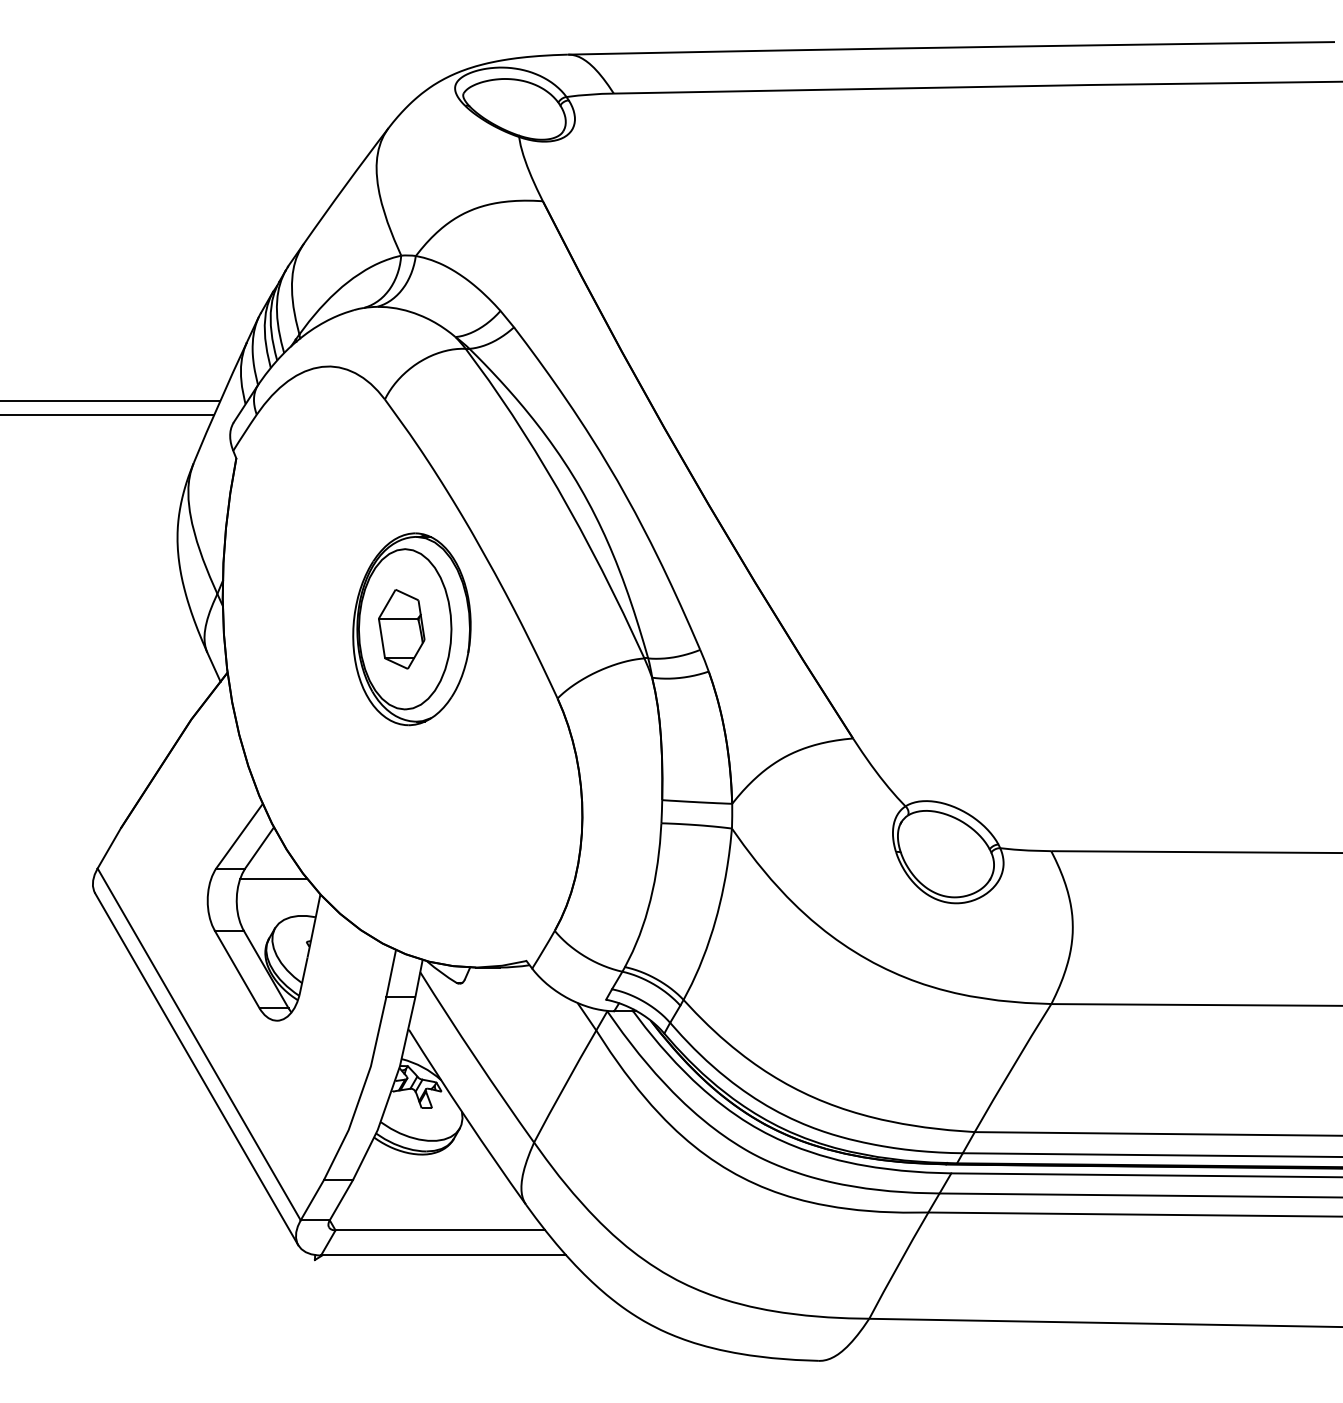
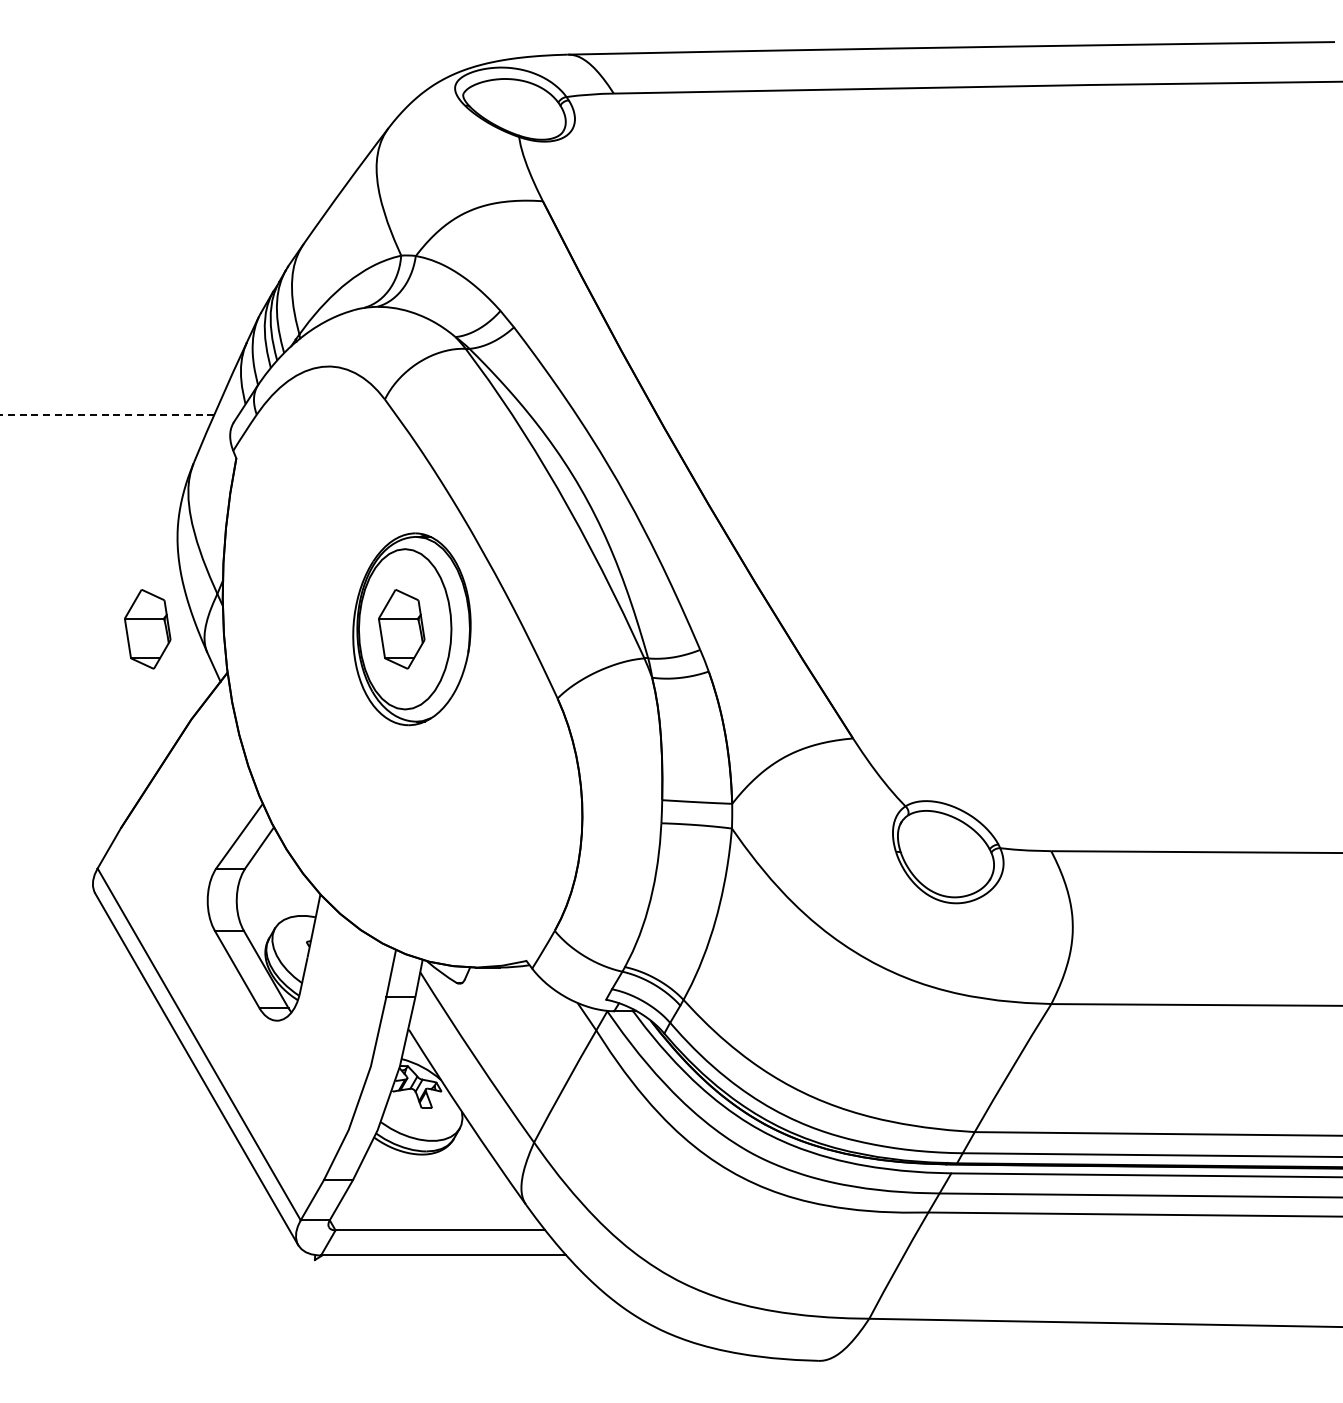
line at (111, 401): present -> none
line at (107, 414): solid -> dashed
part at (147, 629): none -> present
line at (273, 878): present -> none
